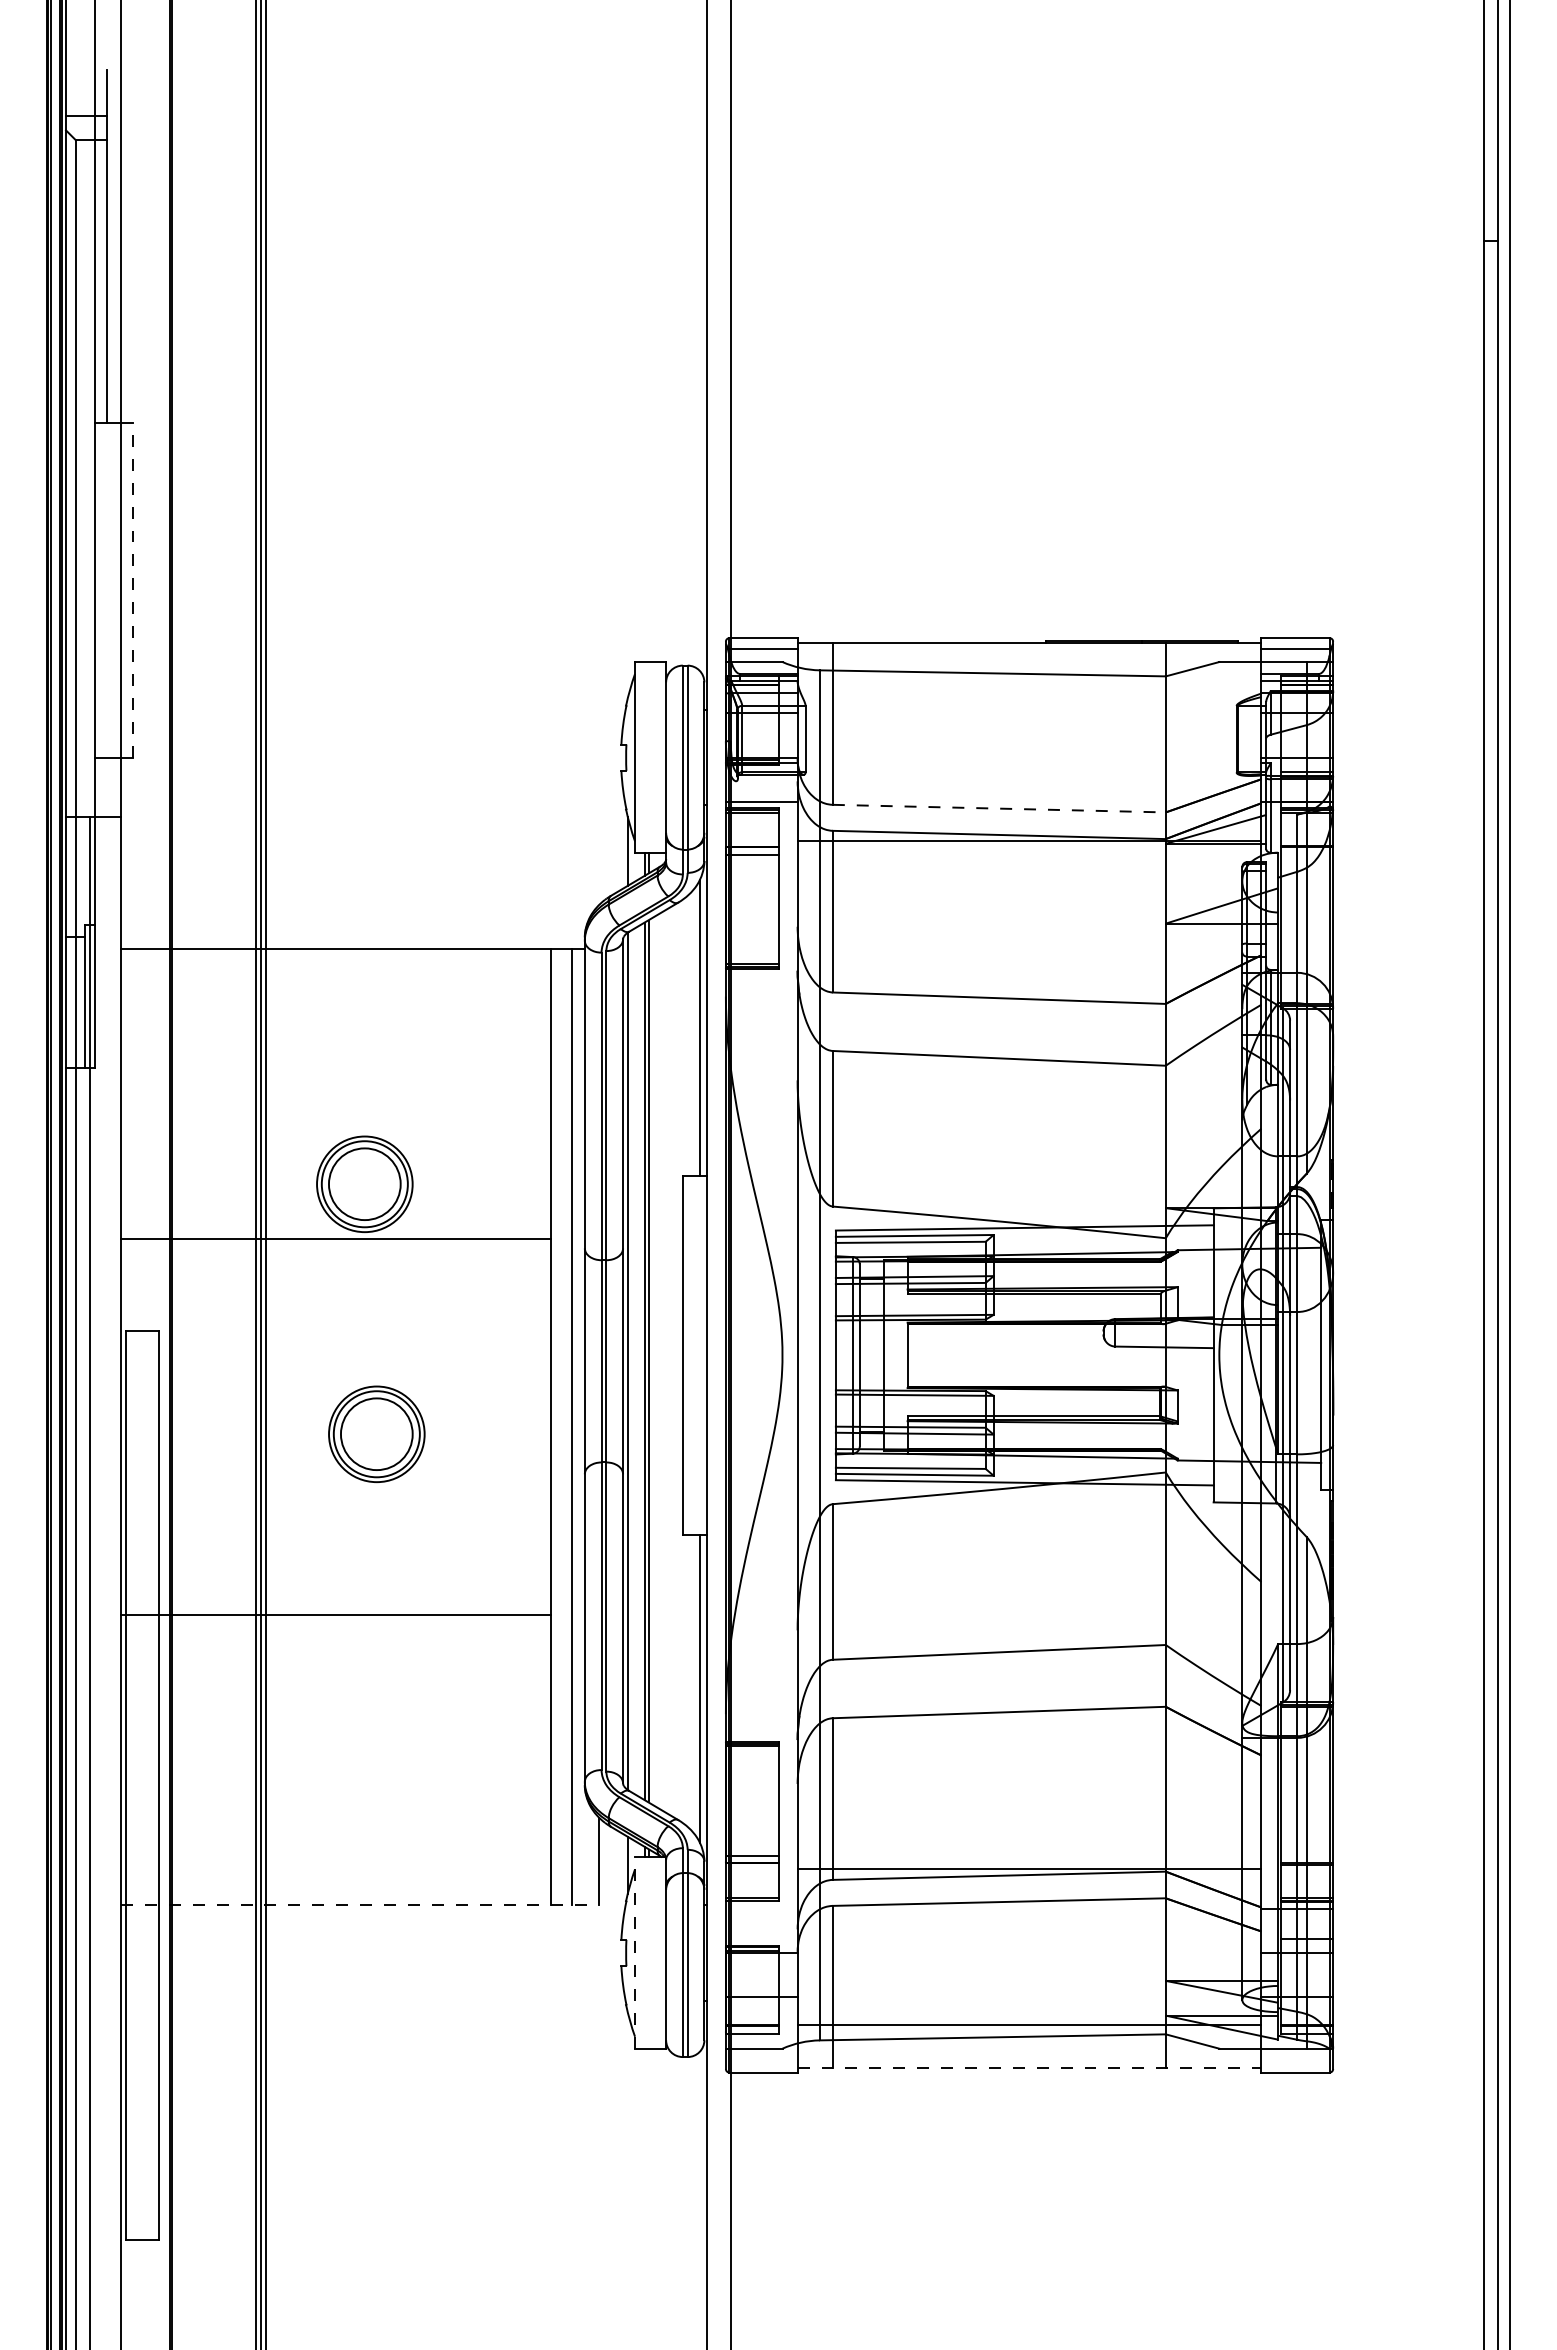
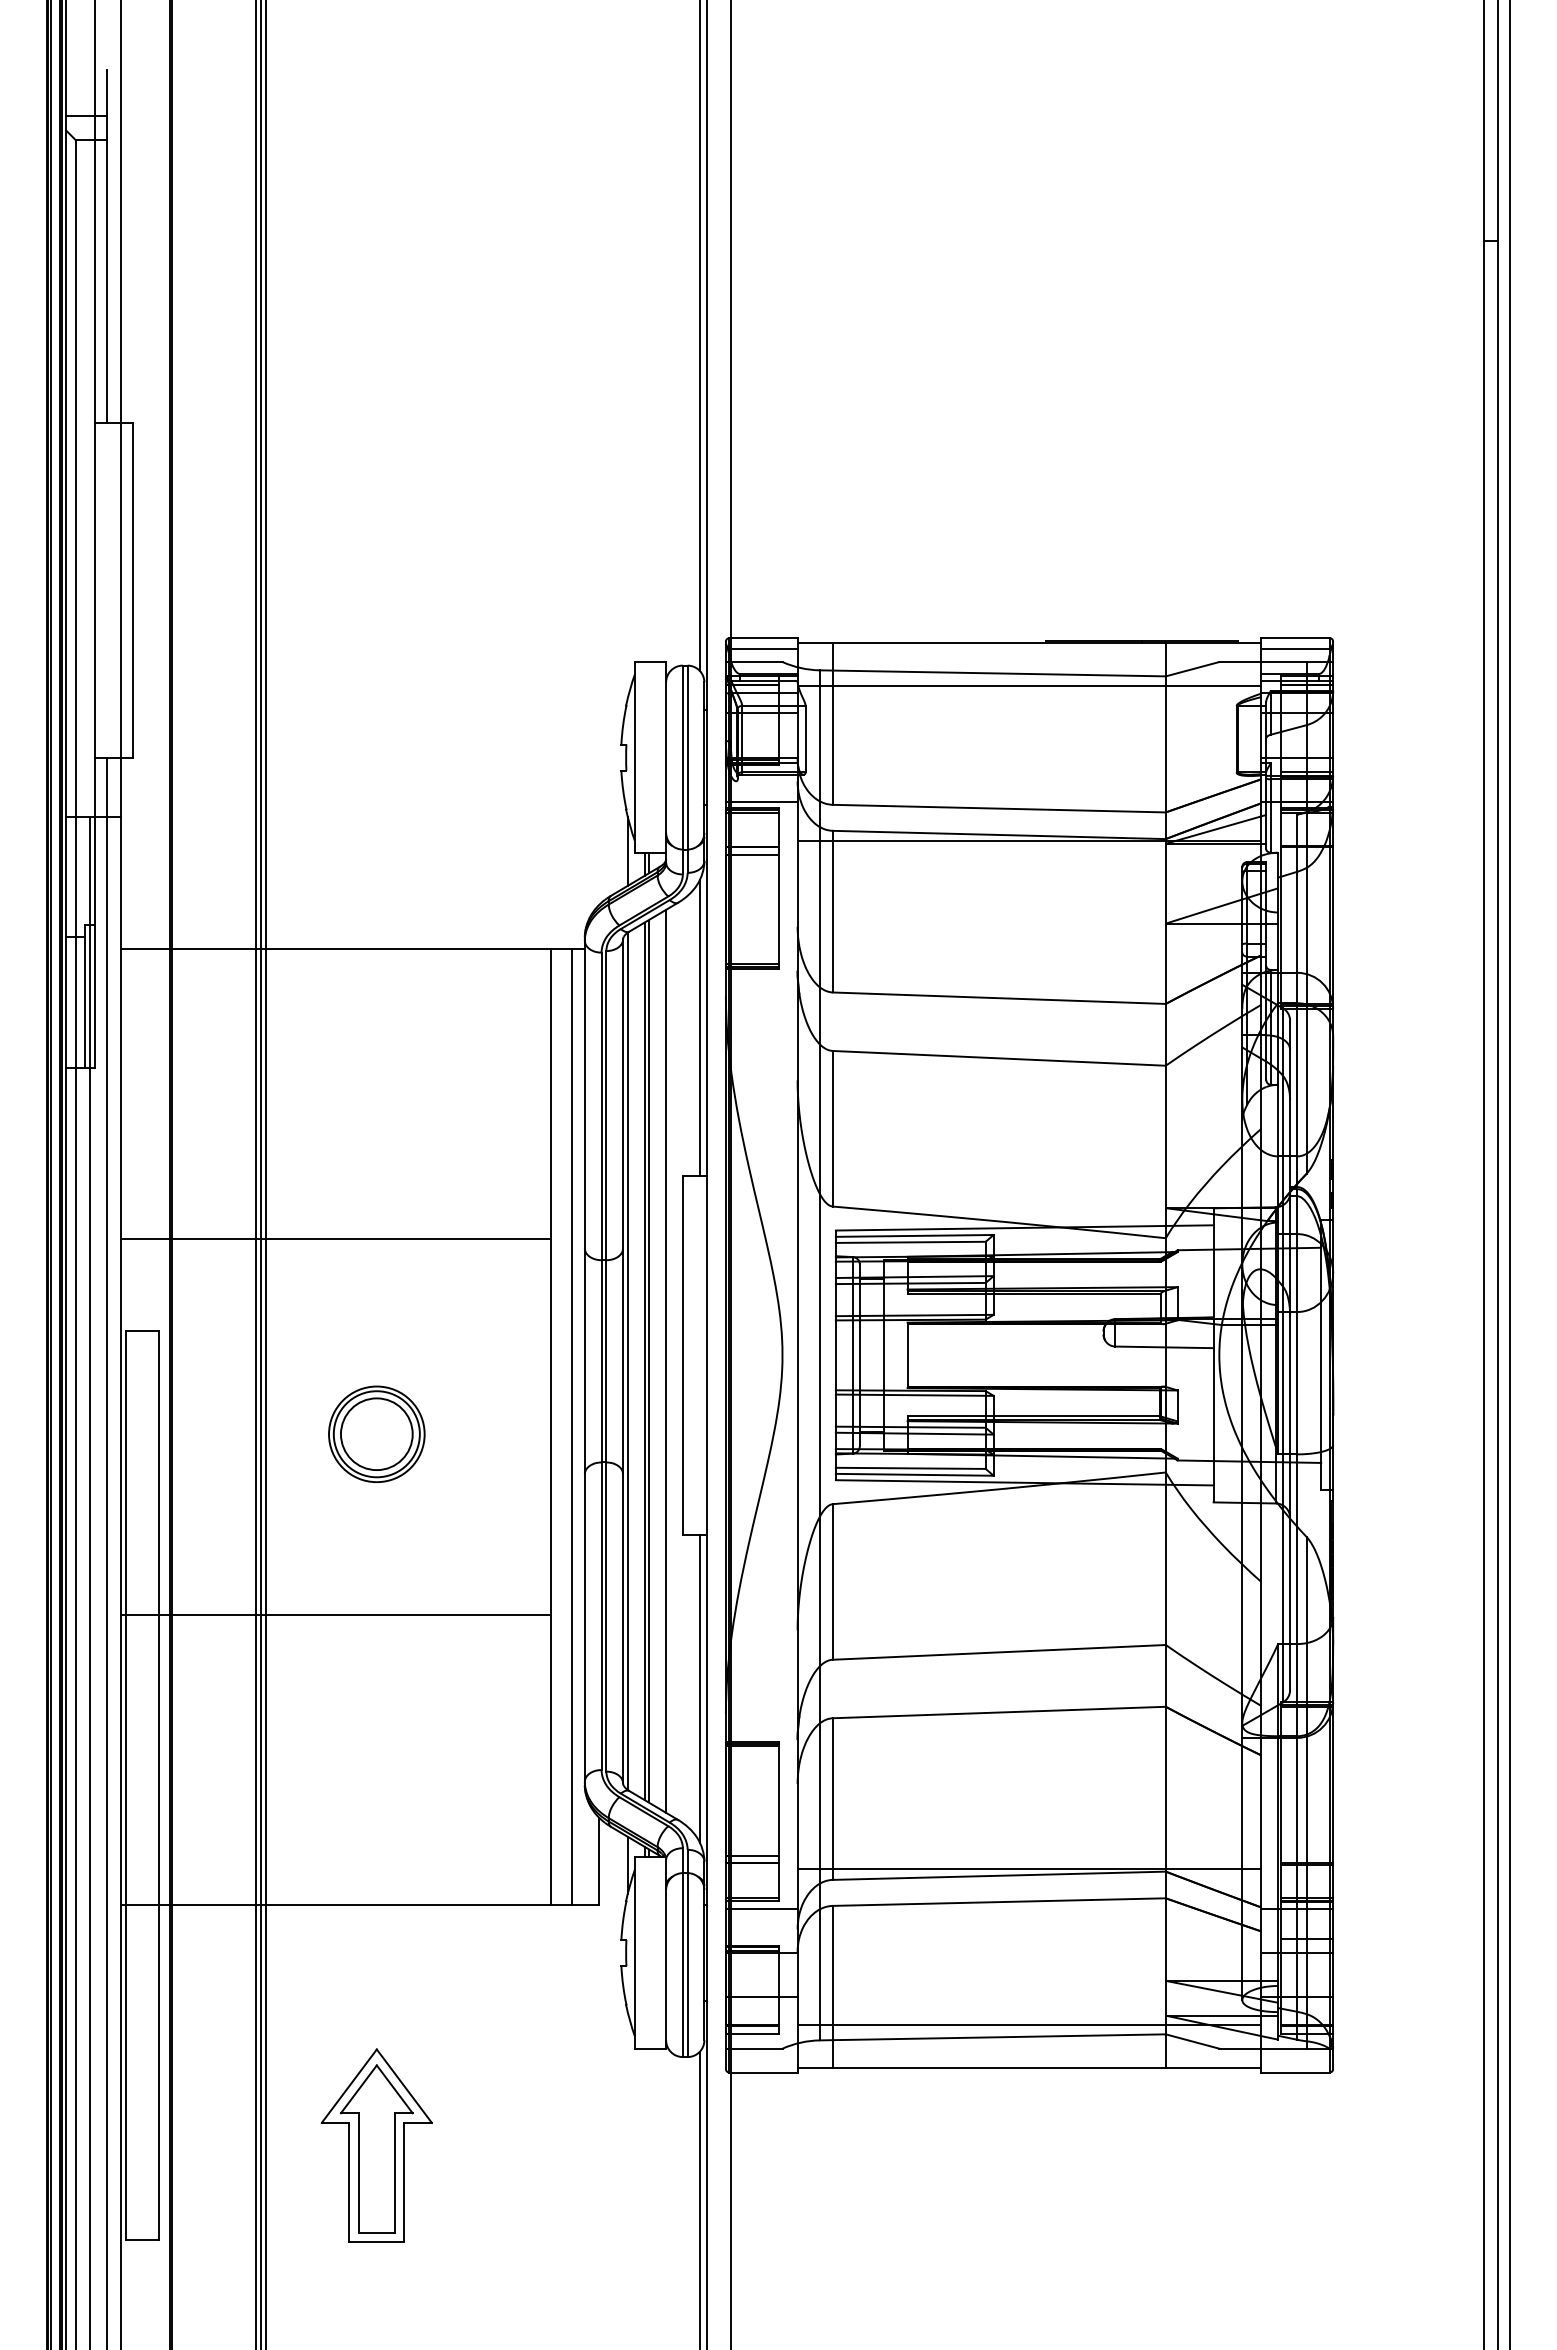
line at (699, 336): none -> present
line at (132, 589): dashed -> solid
line at (1029, 685): none -> present
line at (999, 808): dashed -> solid
part at (364, 1183): present -> none
line at (666, 1360): none -> present
line at (106, 1551): none -> present
line at (360, 1905): dashed -> solid
line at (761, 1908): none -> present
line at (635, 1953): dashed -> solid
line at (1029, 2067): dashed -> solid
part at (376, 2145): none -> present
line at (699, 2198): none -> present
